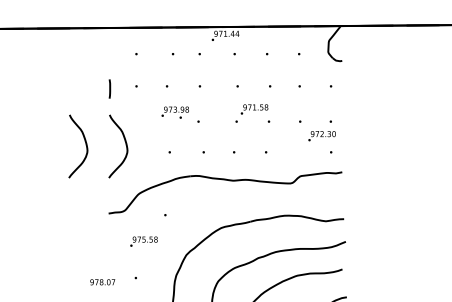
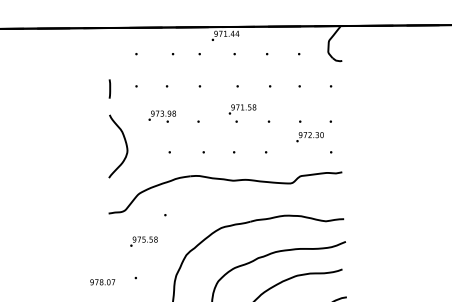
text at (254, 109) position: (254, 109) -> (242, 109)
text at (174, 112) position: (174, 112) -> (161, 116)
text at (321, 136) position: (321, 136) -> (309, 137)
curve at (85, 145): present -> none
